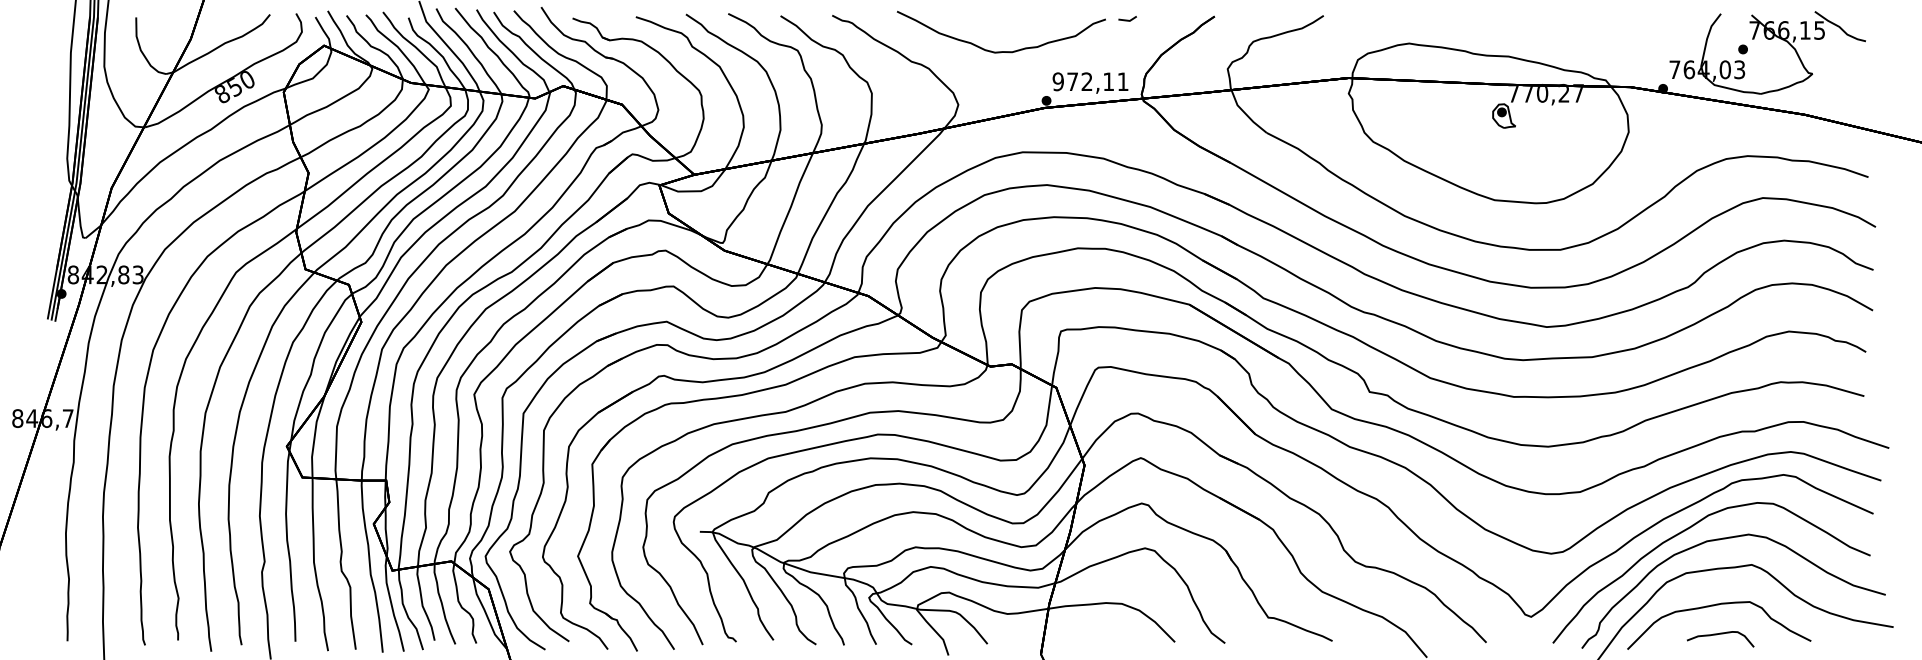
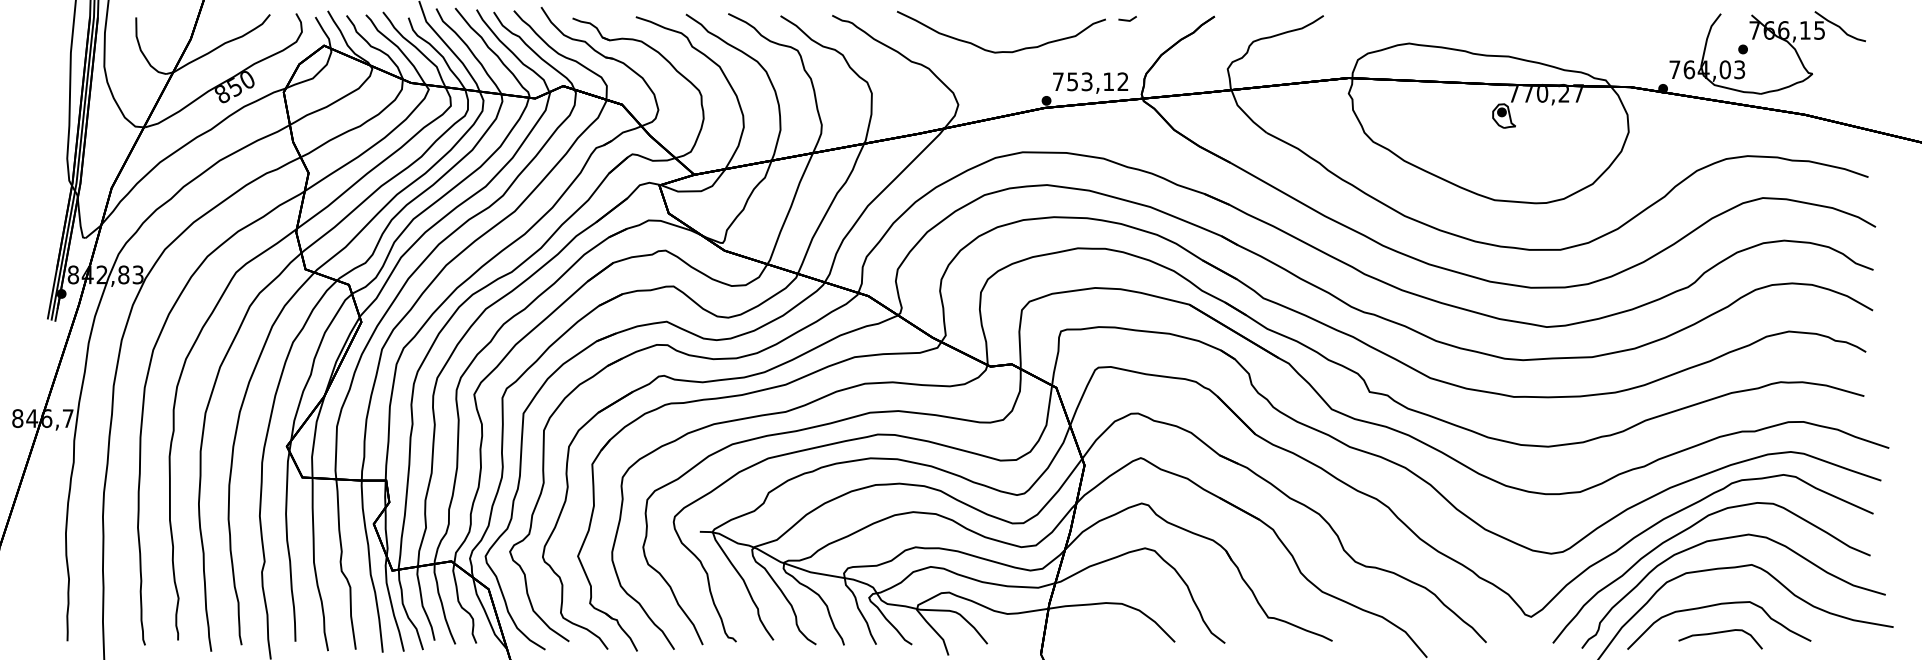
text at (1090, 81): 972,11 -> 753,12
part at (1720, 639) size: 68x17 px -> 85x21 px
